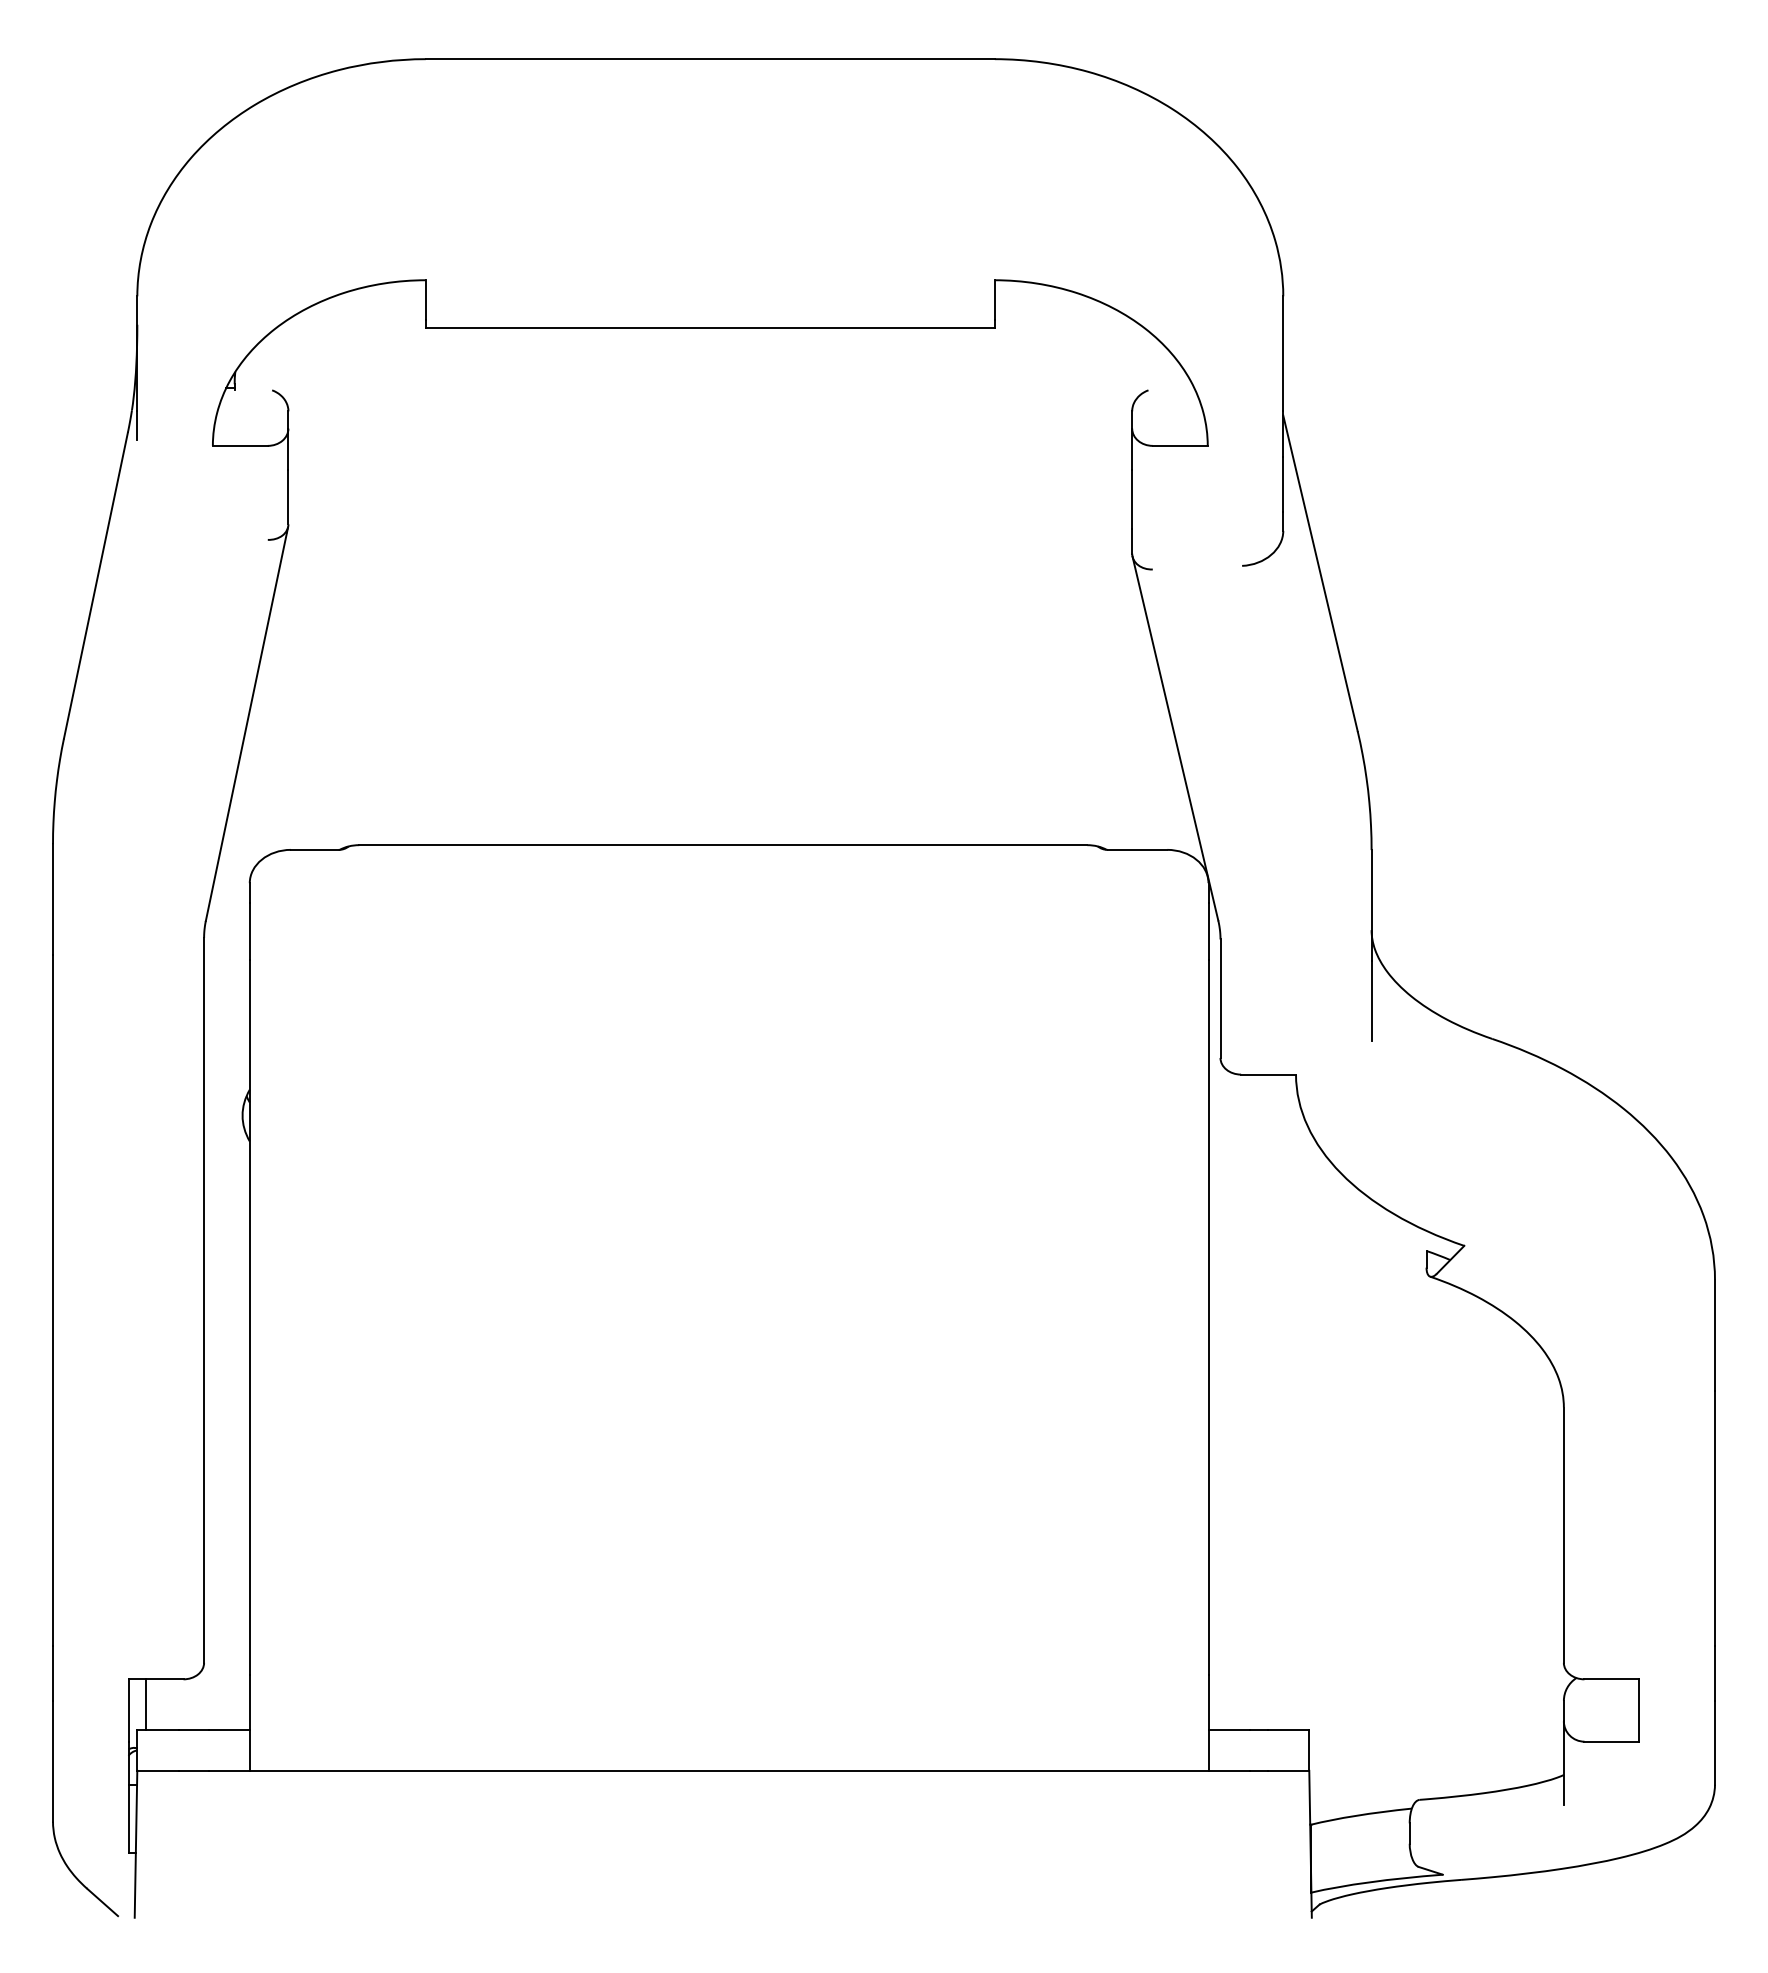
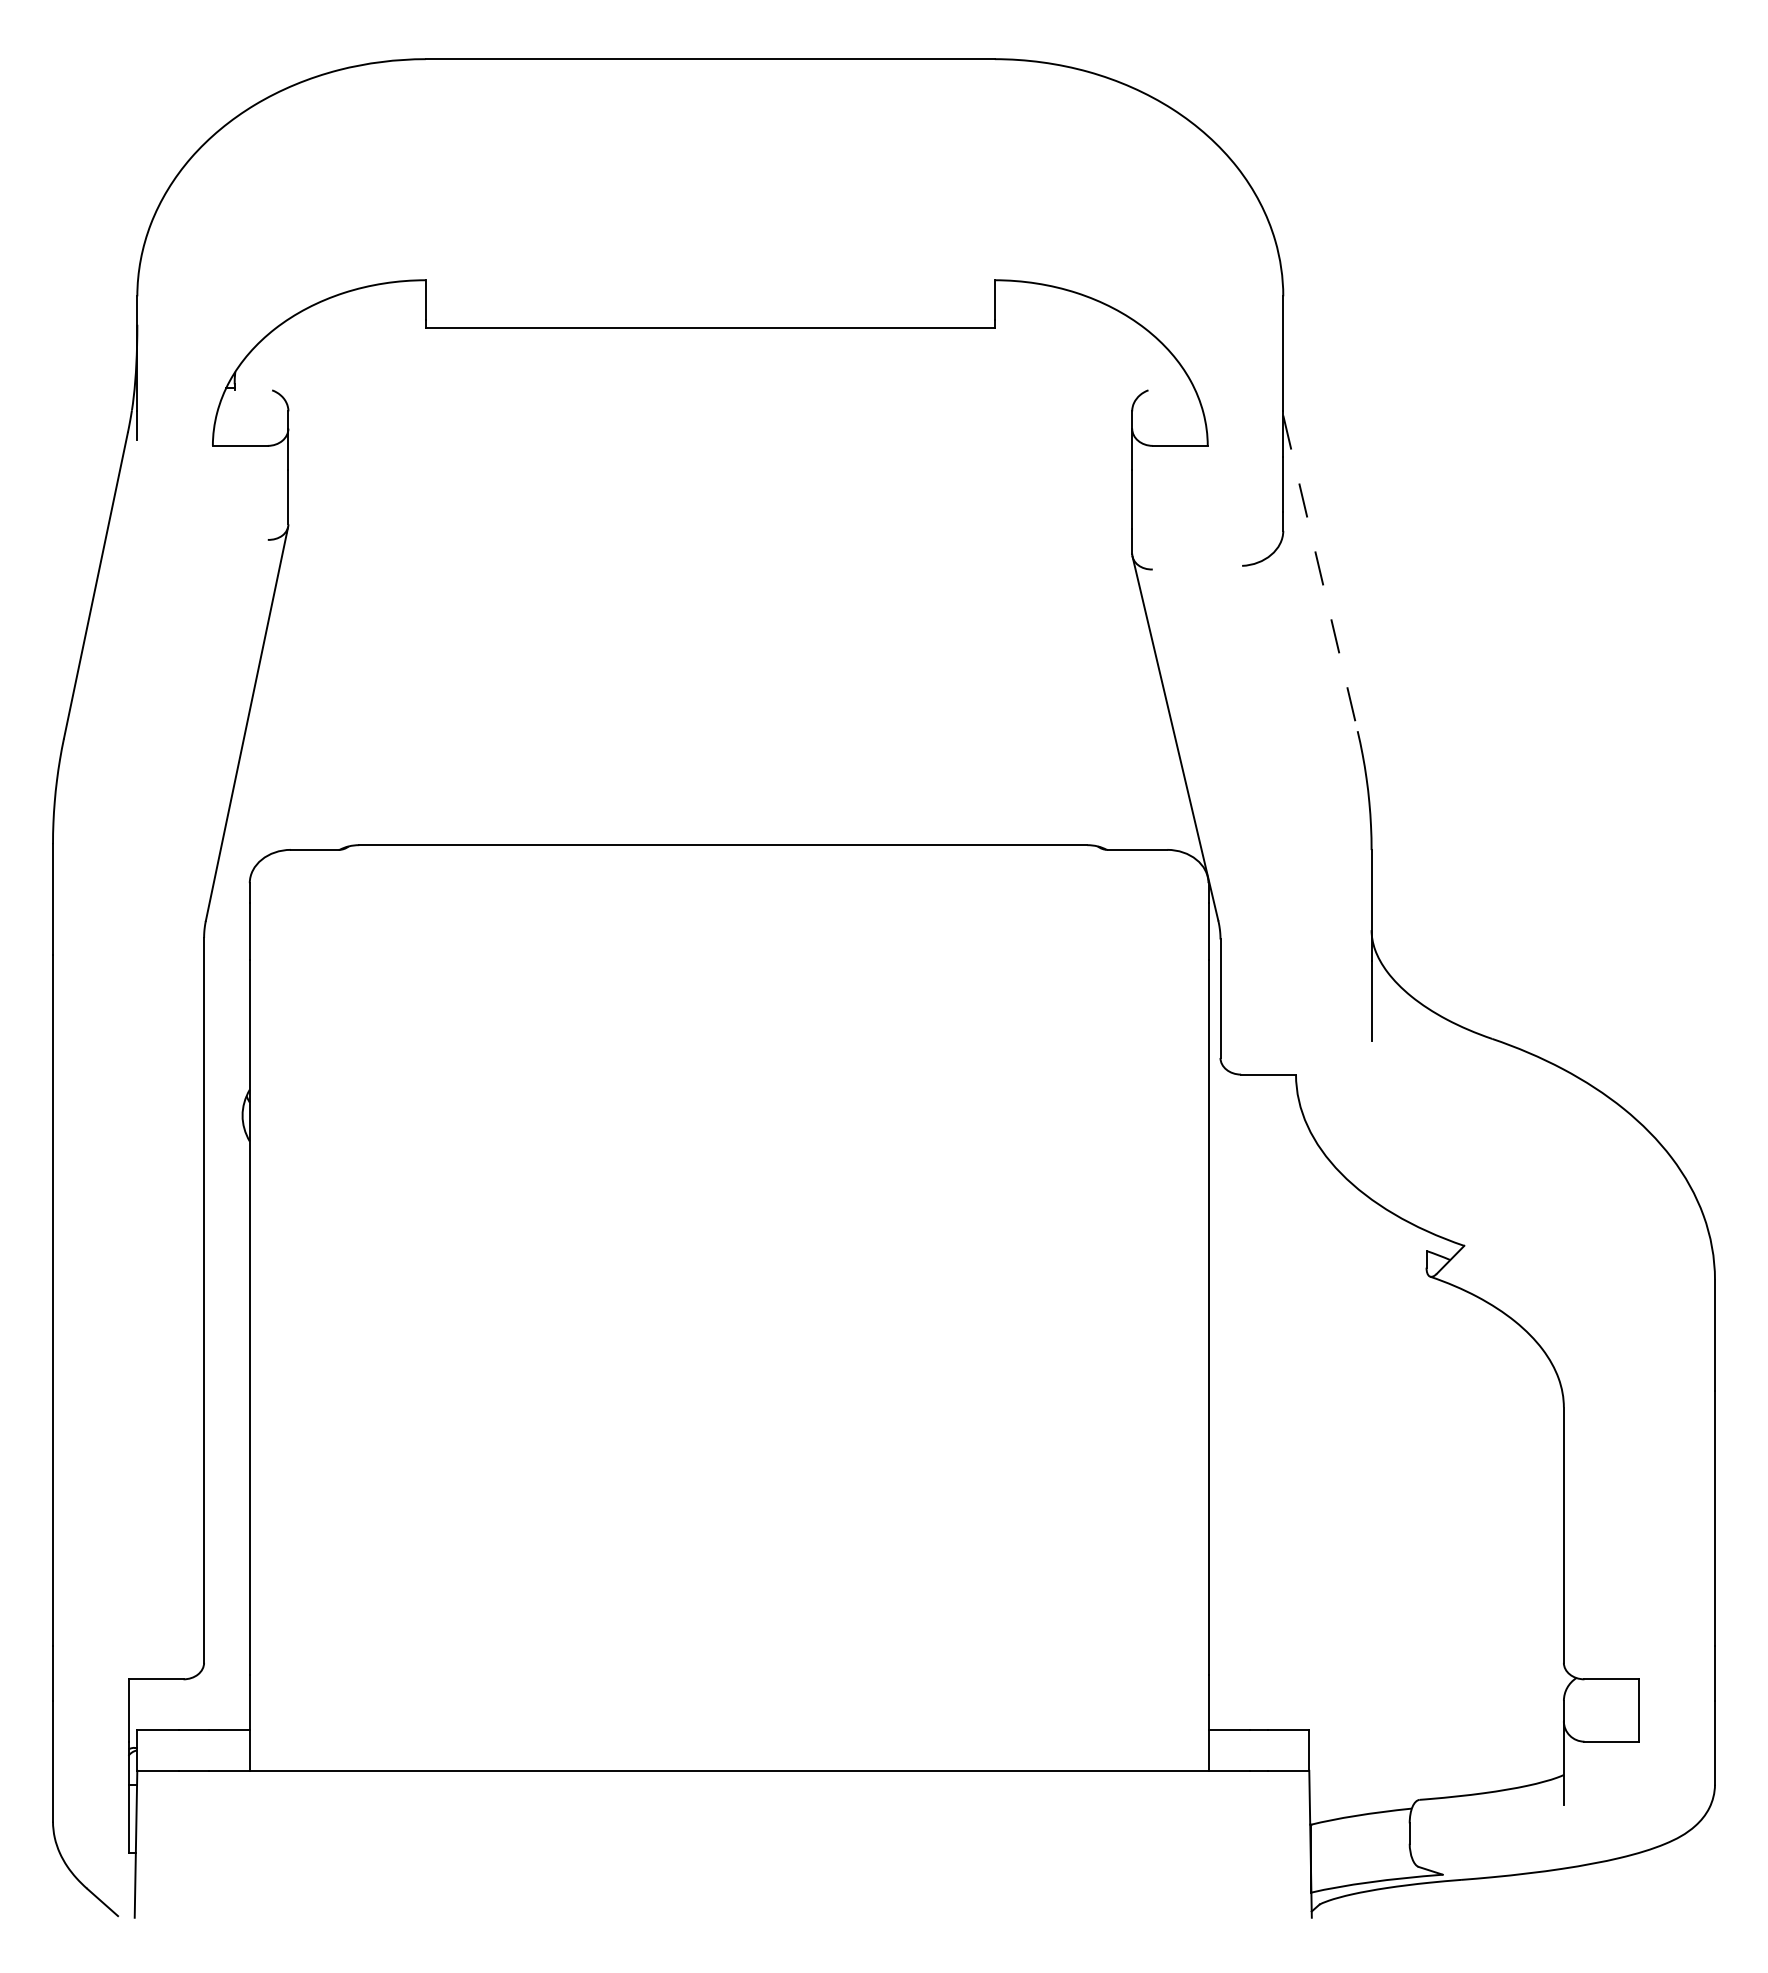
line at (1320, 573): solid -> dashed
line at (146, 1704): present -> none
